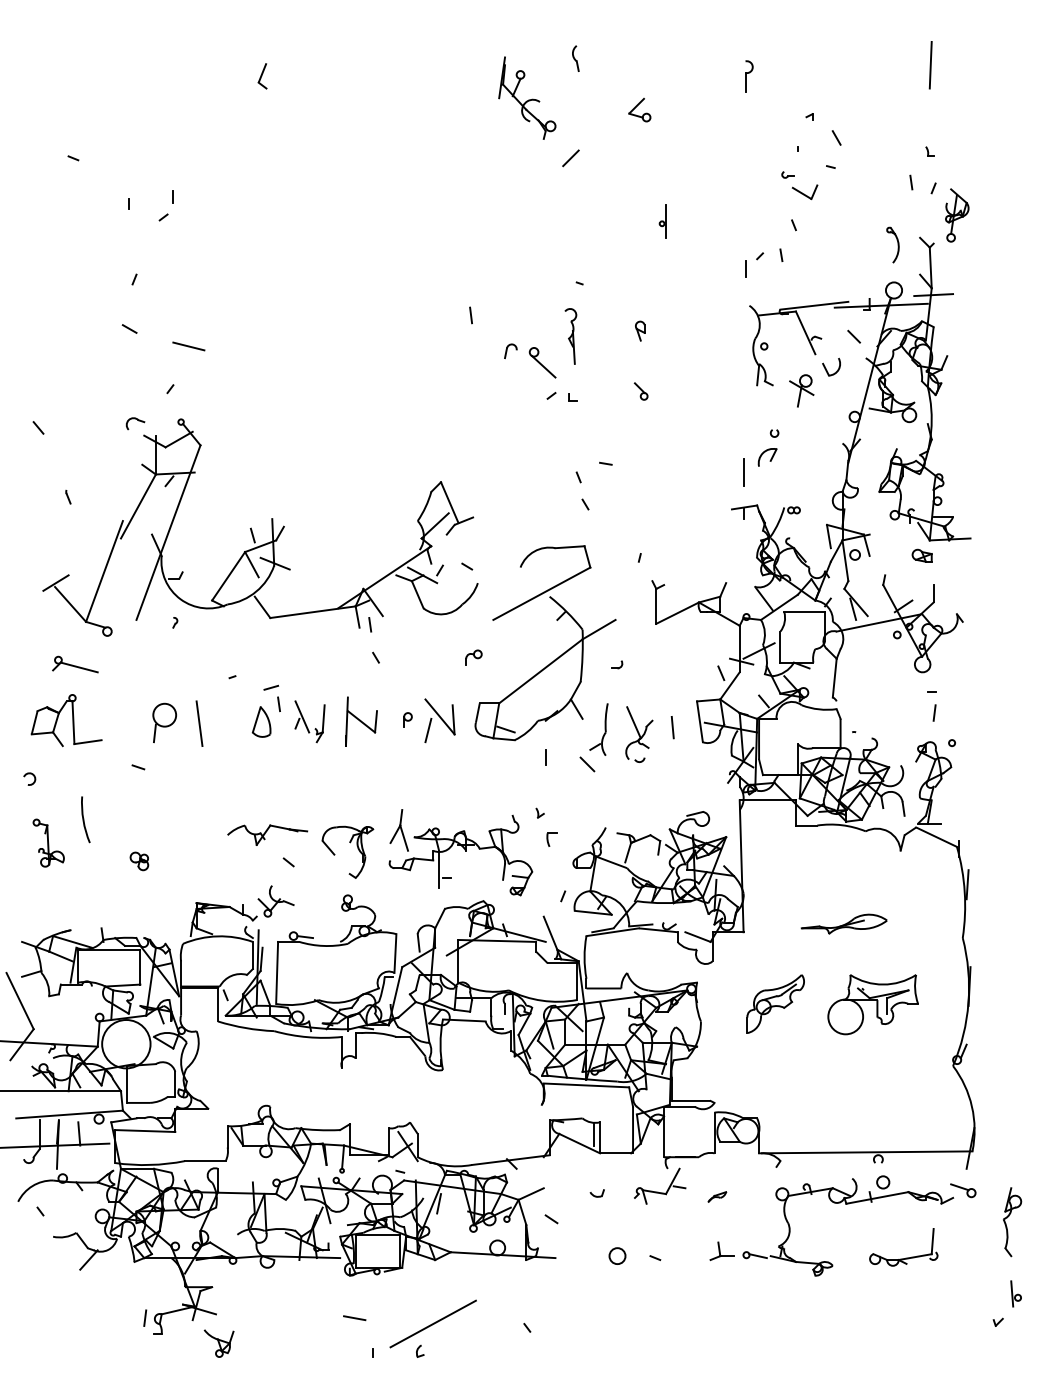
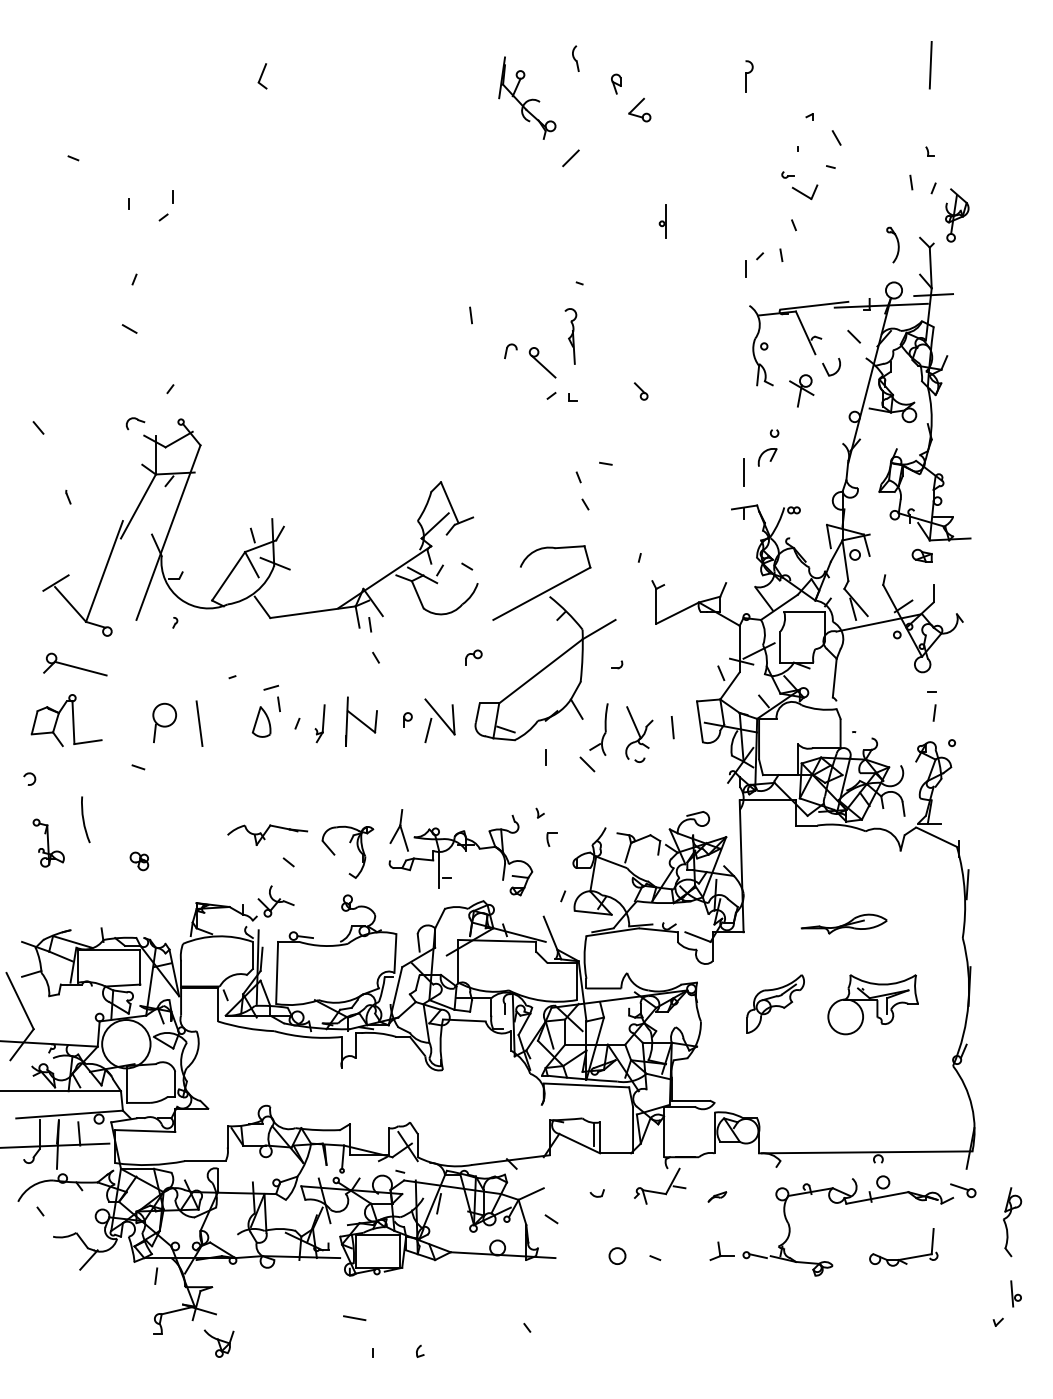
part at (640, 330) position: (640, 330) -> (616, 83)
line at (188, 346): present -> none
part at (75, 664) size: 47x19 px -> 65x25 px
line at (302, 716): present -> none
line at (145, 1317) position: (145, 1317) -> (156, 1275)
line at (432, 1323): present -> none
